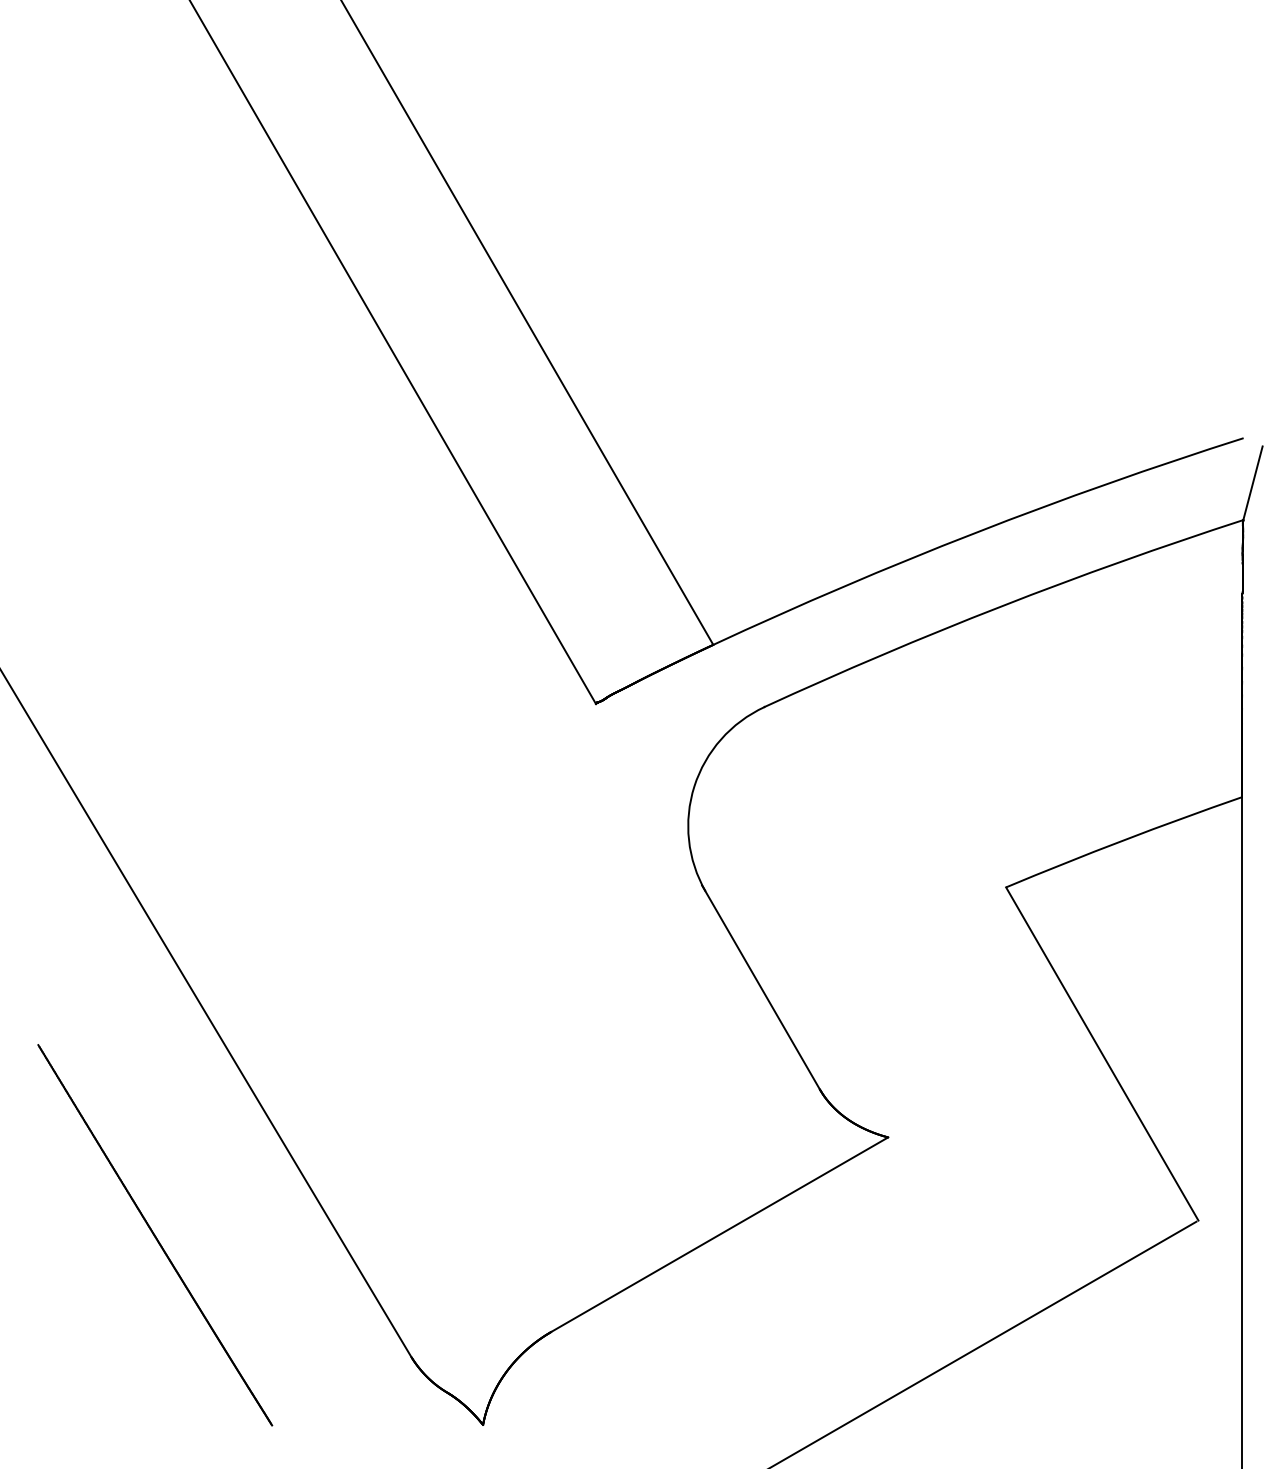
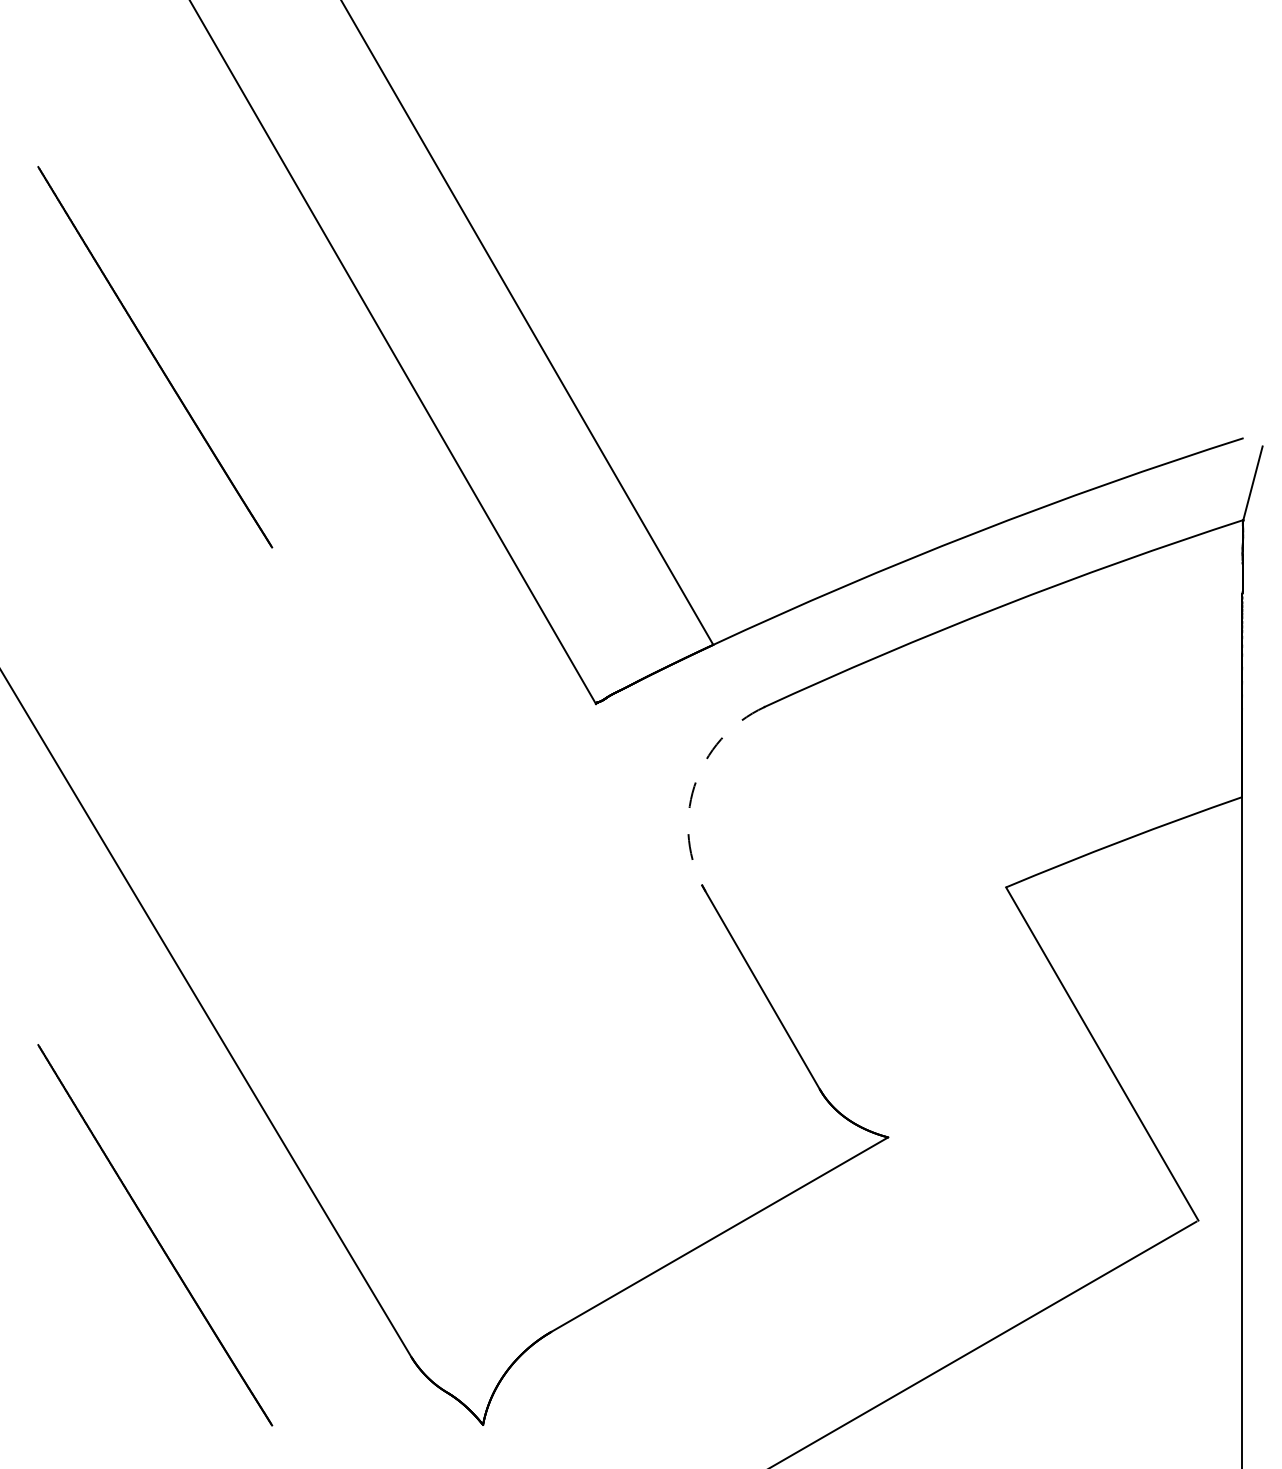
line at (155, 357): none -> present
arc at (694, 786): solid -> dashed
